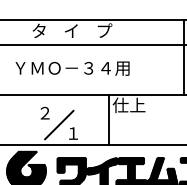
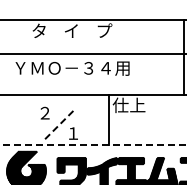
line at (92, 44) position: (92, 44) -> (92, 53)
line at (59, 124): solid -> dashed
line at (93, 145): solid -> dashed
